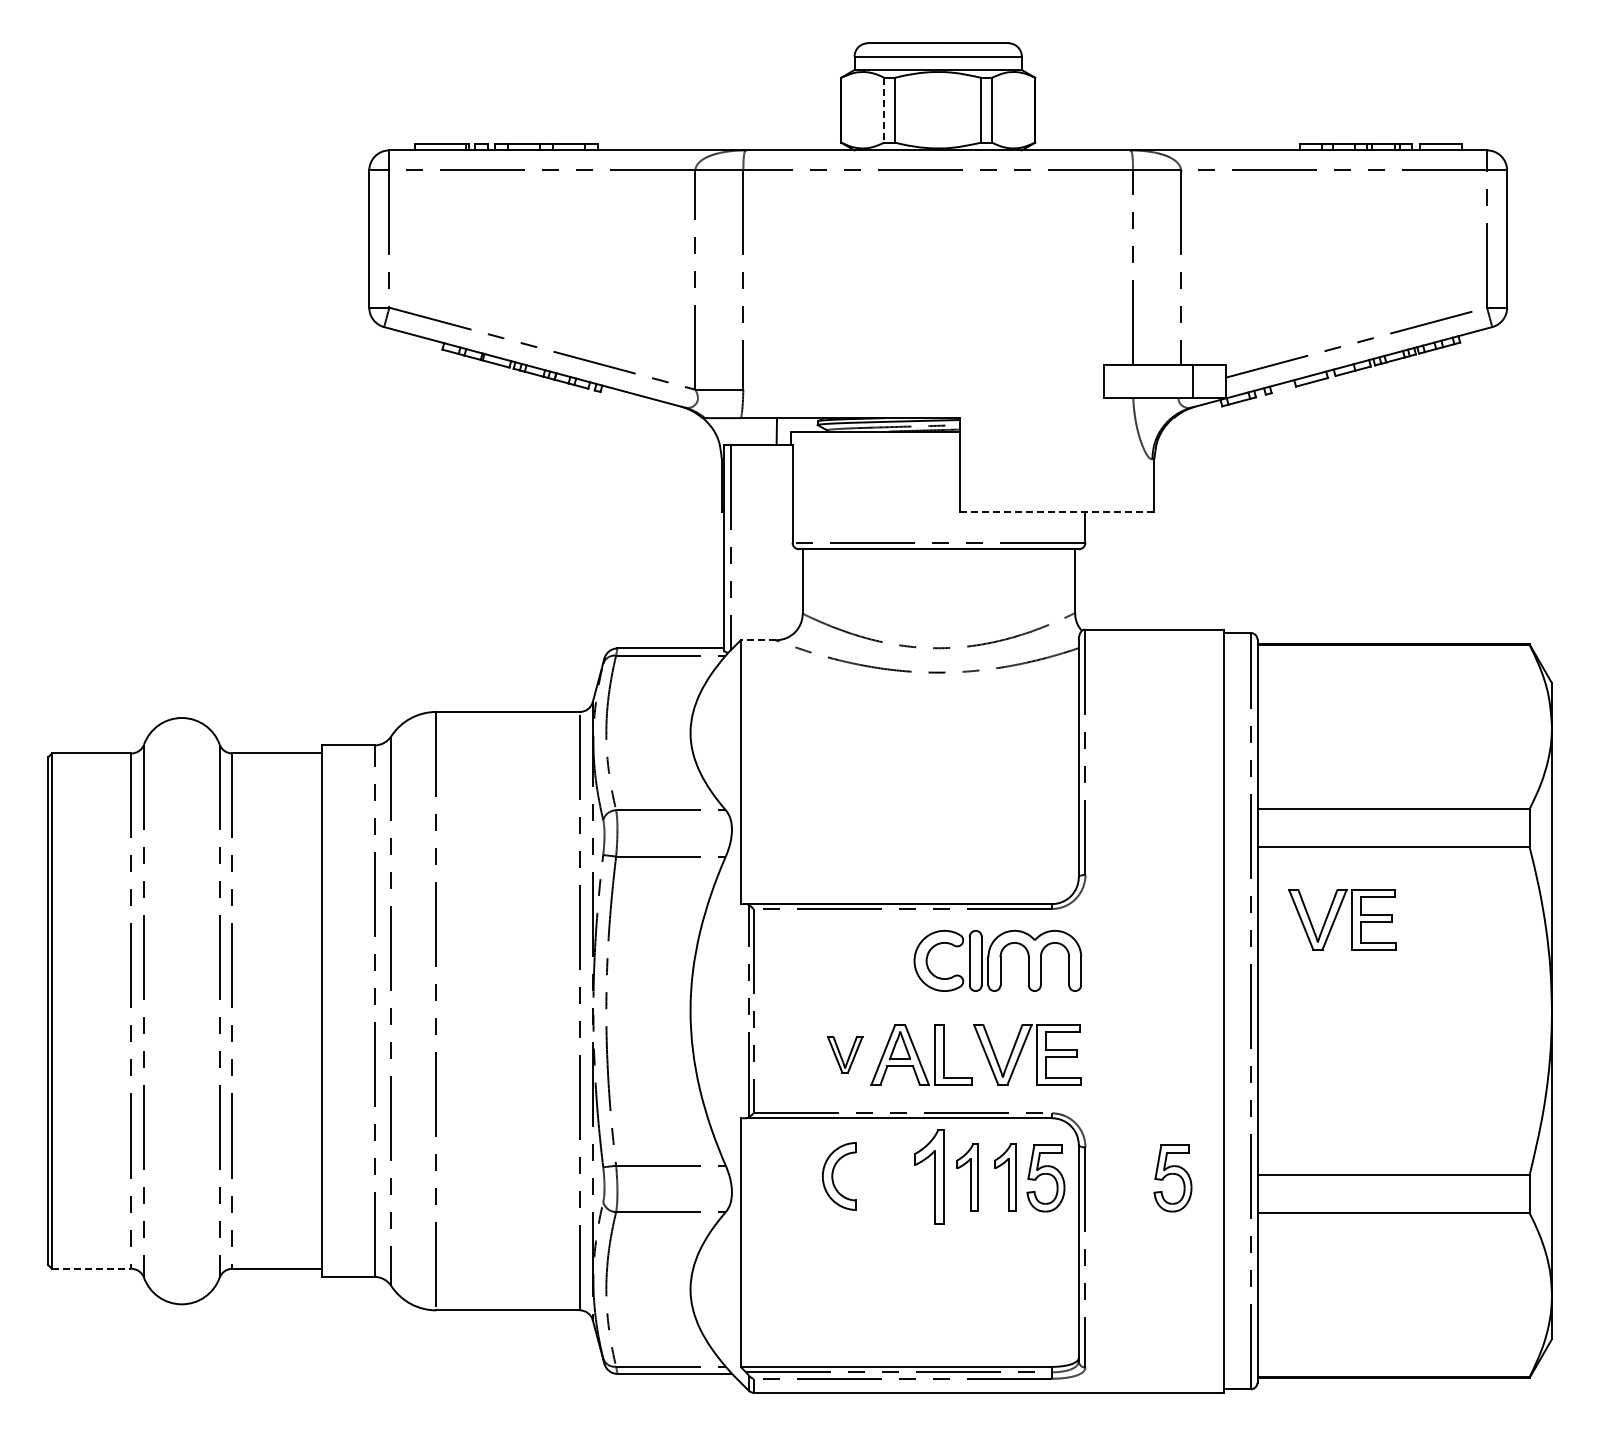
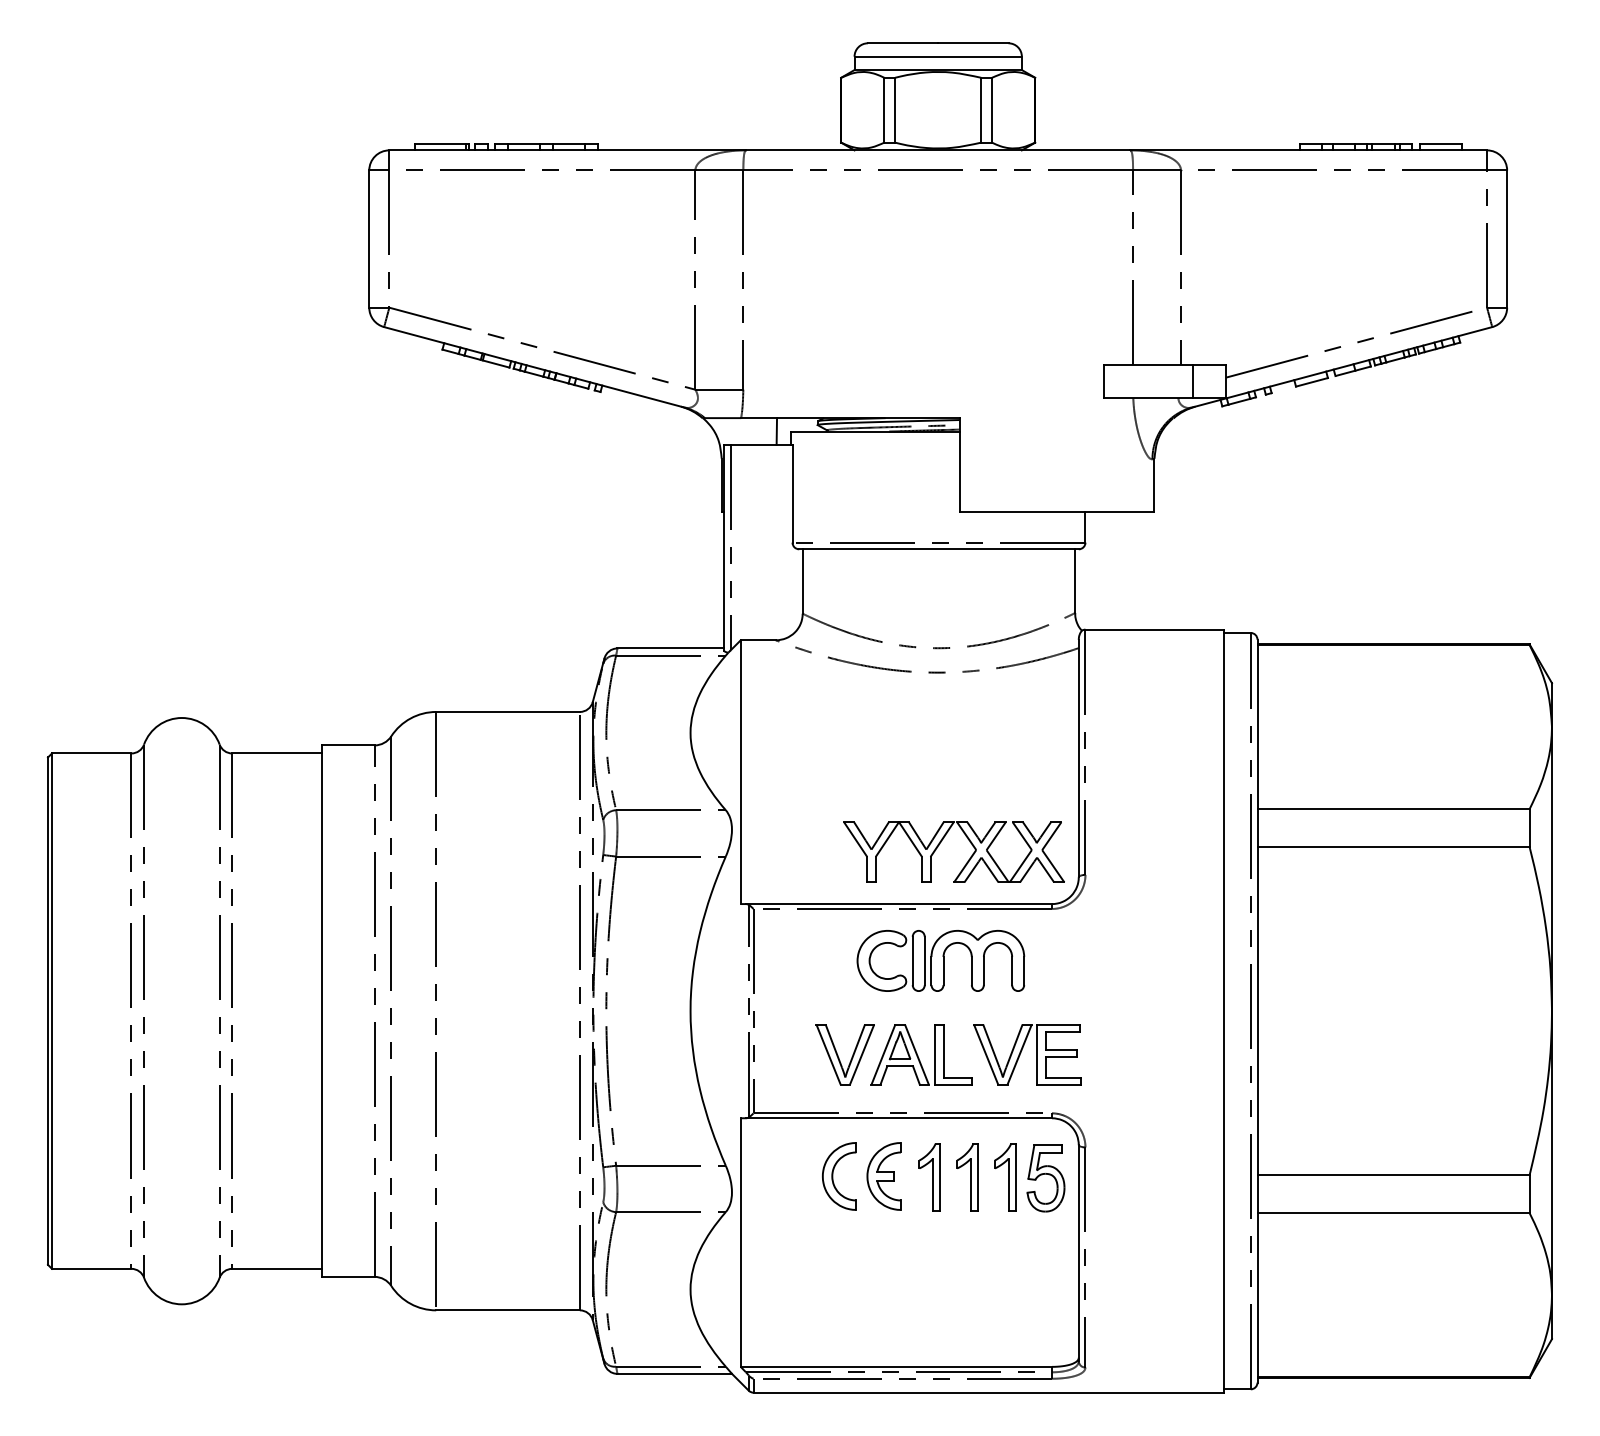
line at (884, 110): dashed -> solid
line at (1056, 511): dashed -> solid
line at (758, 640): dashed -> solid
part at (940, 844): none -> present
part at (1336, 918): present -> none
part at (997, 960) position: (997, 960) -> (940, 960)
part at (845, 1054) size: 37x38 px -> 60x62 px
part at (883, 1176): none -> present
part at (929, 1176) size: 31x96 px -> 23x69 px
part at (1172, 1178): present -> none
line at (91, 1268): dashed -> solid
